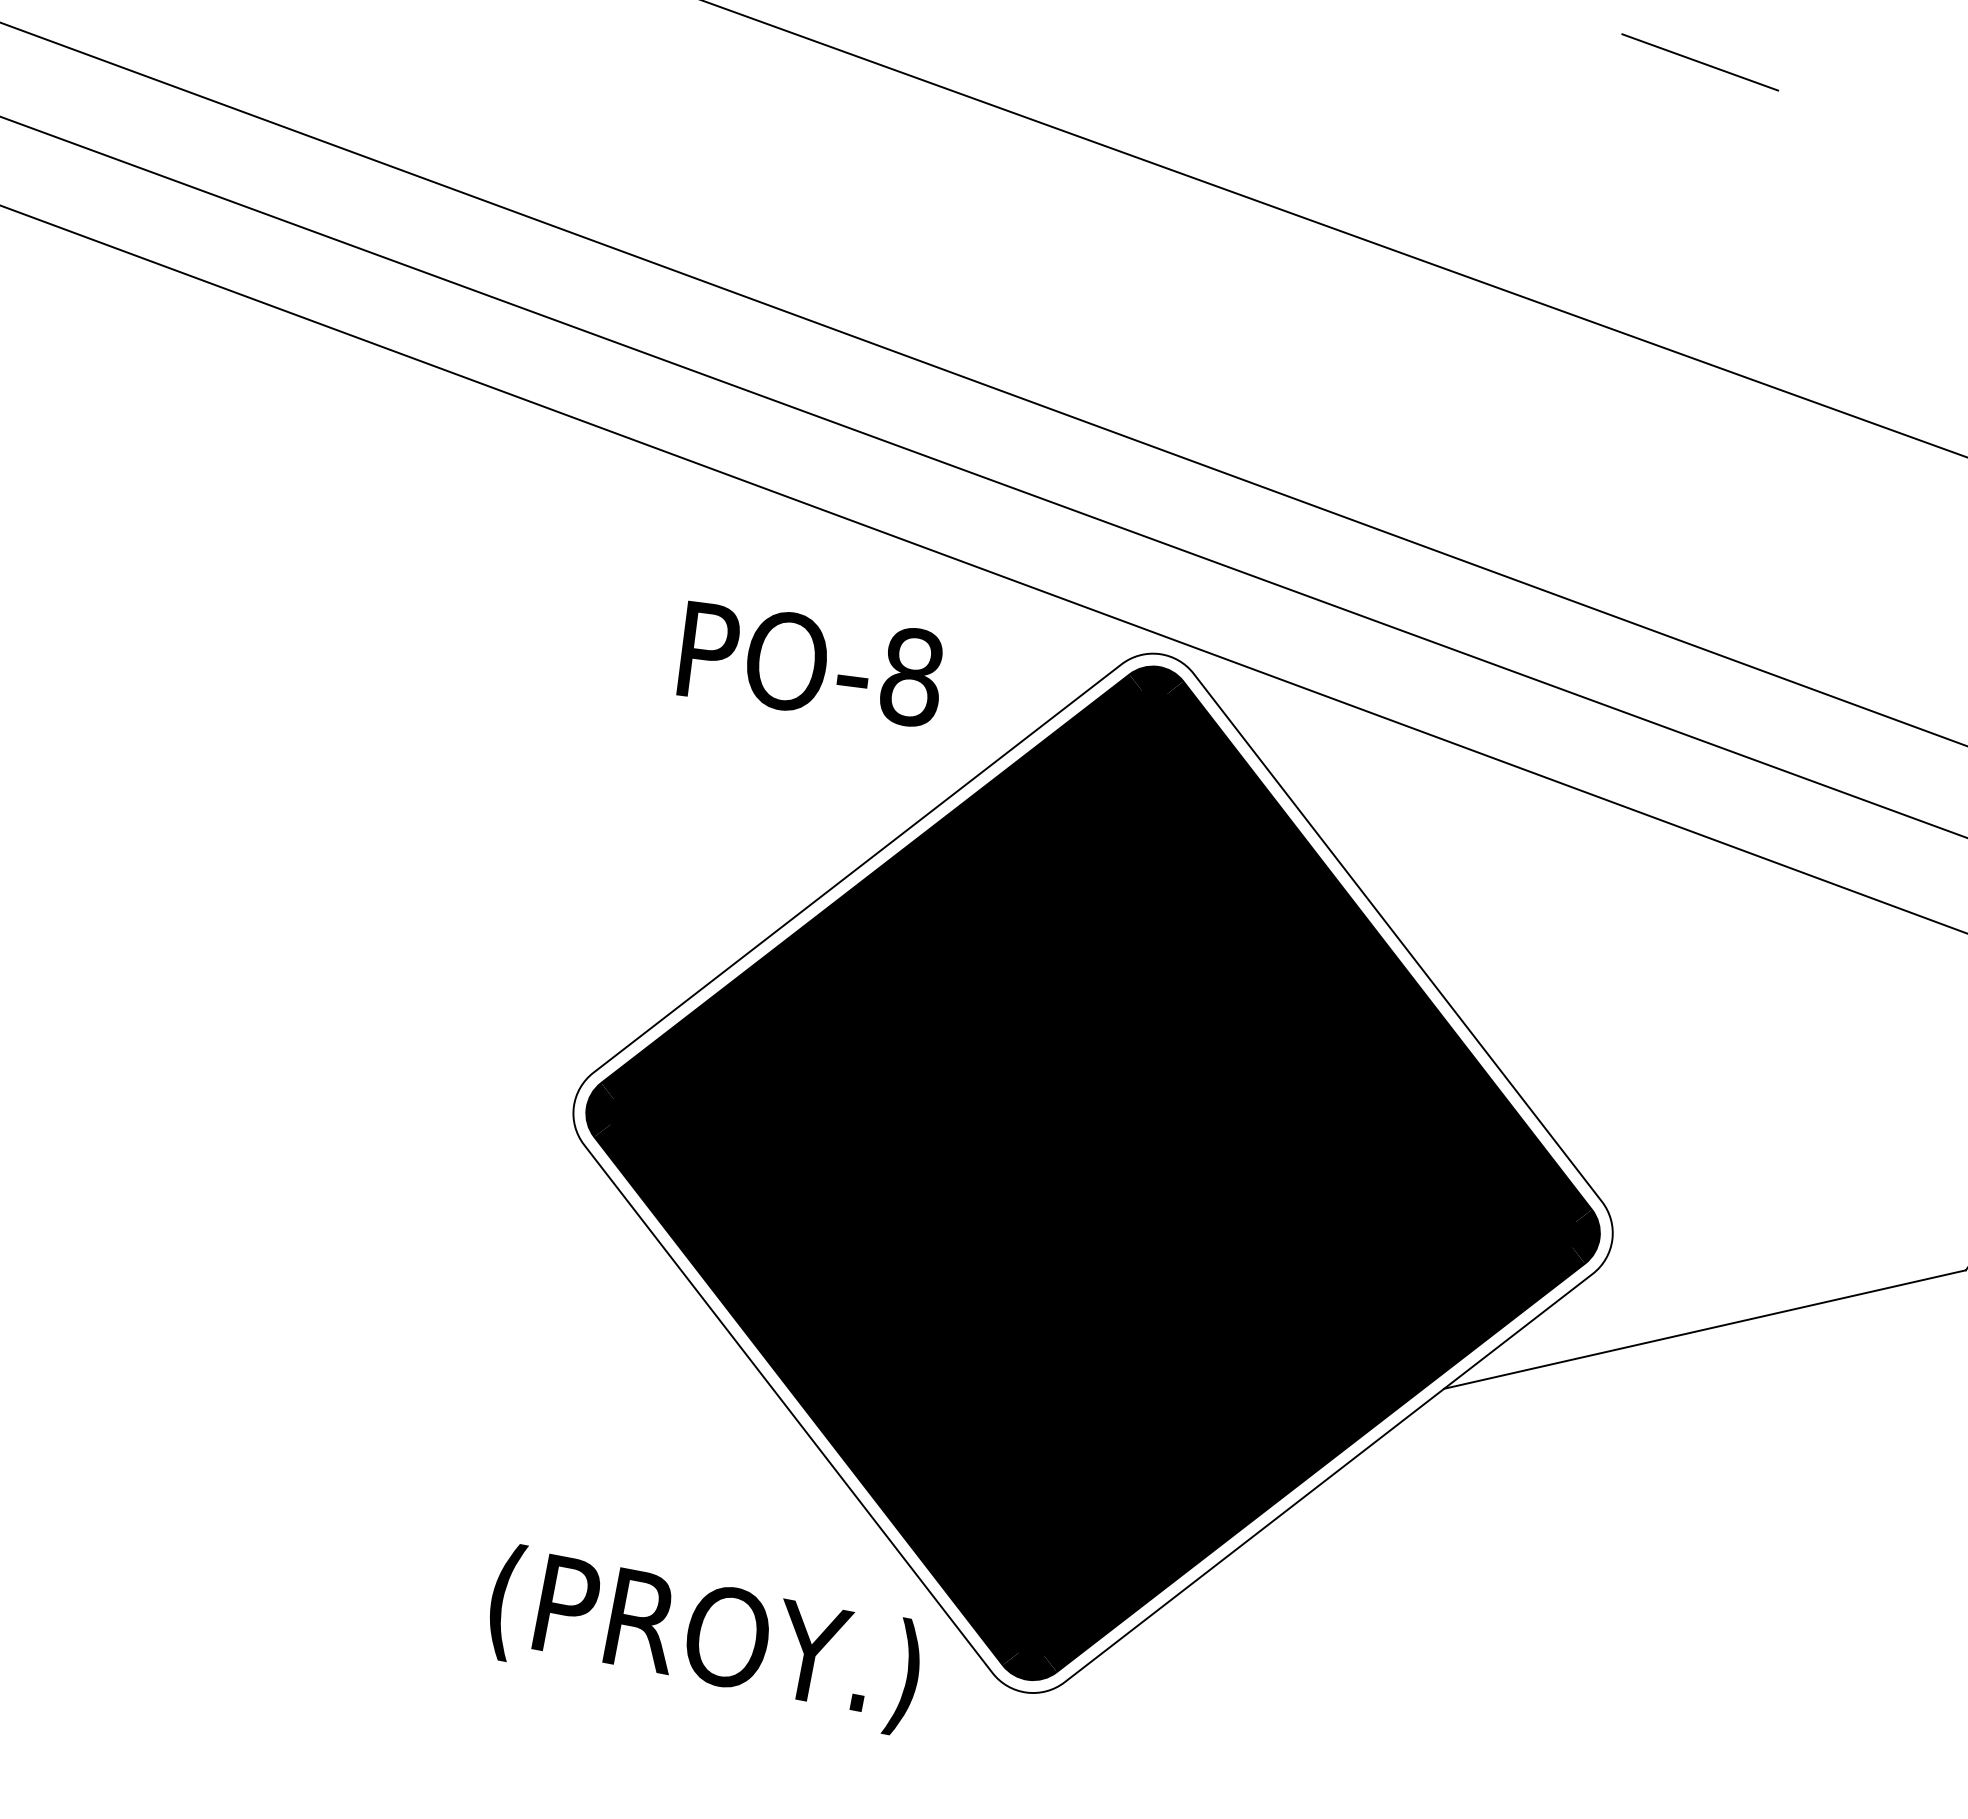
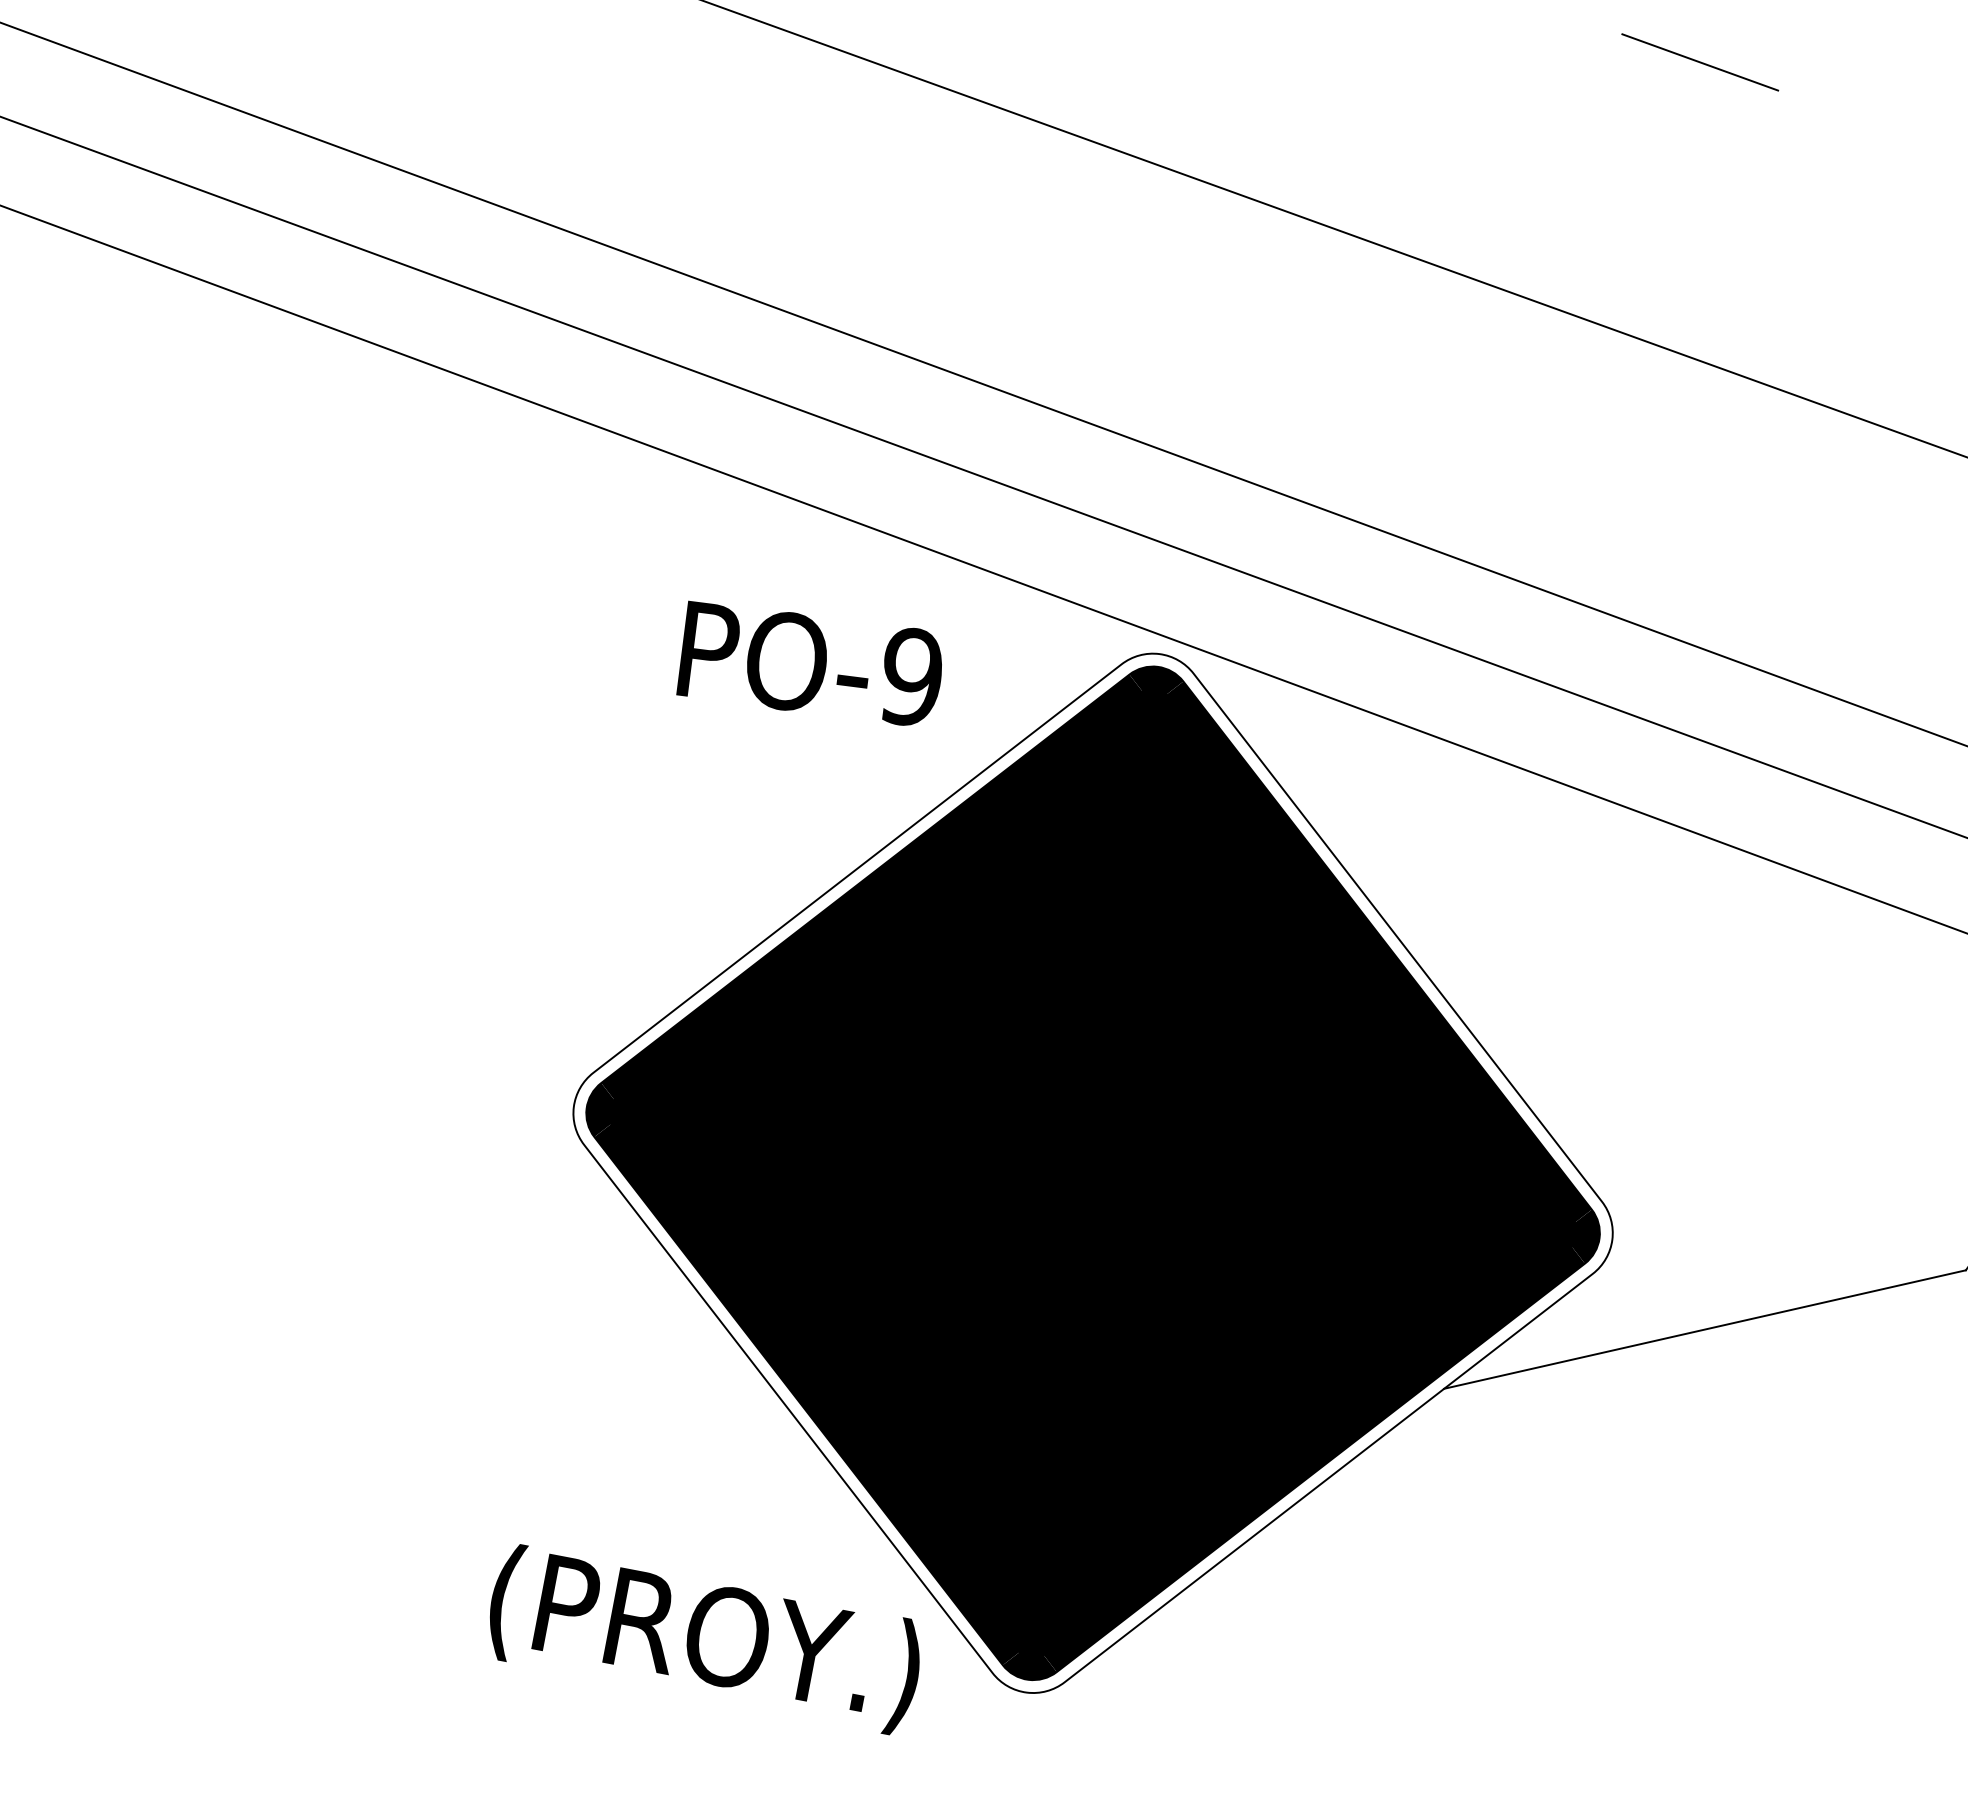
text at (911, 676): PO-8 -> PO-9
